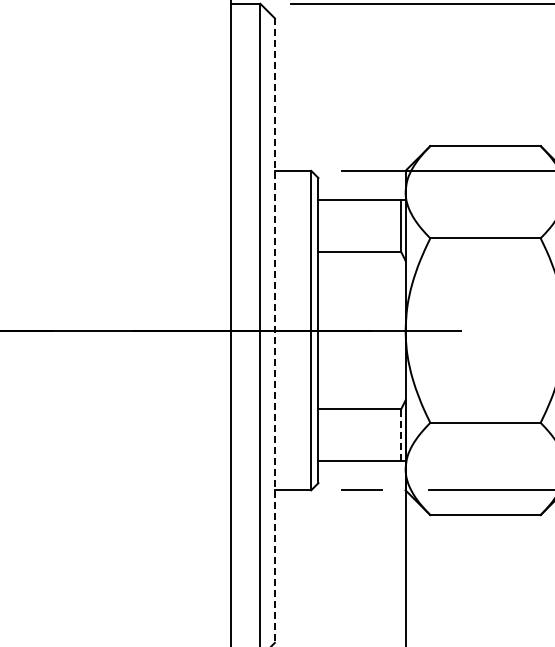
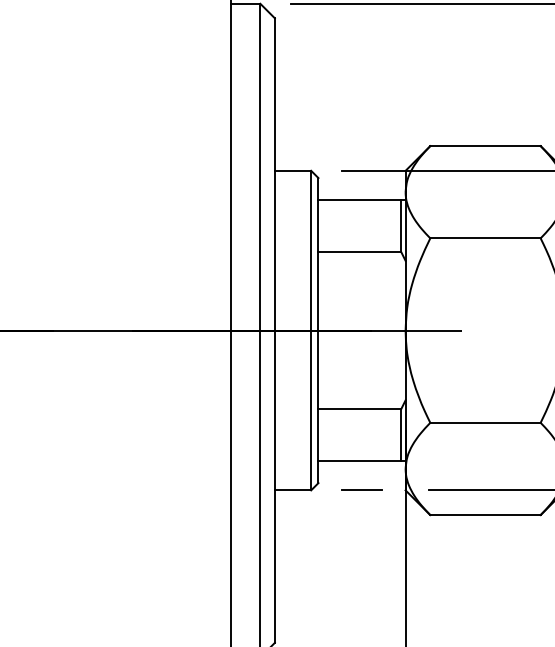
line at (274, 331): dashed -> solid
line at (401, 434): dashed -> solid
